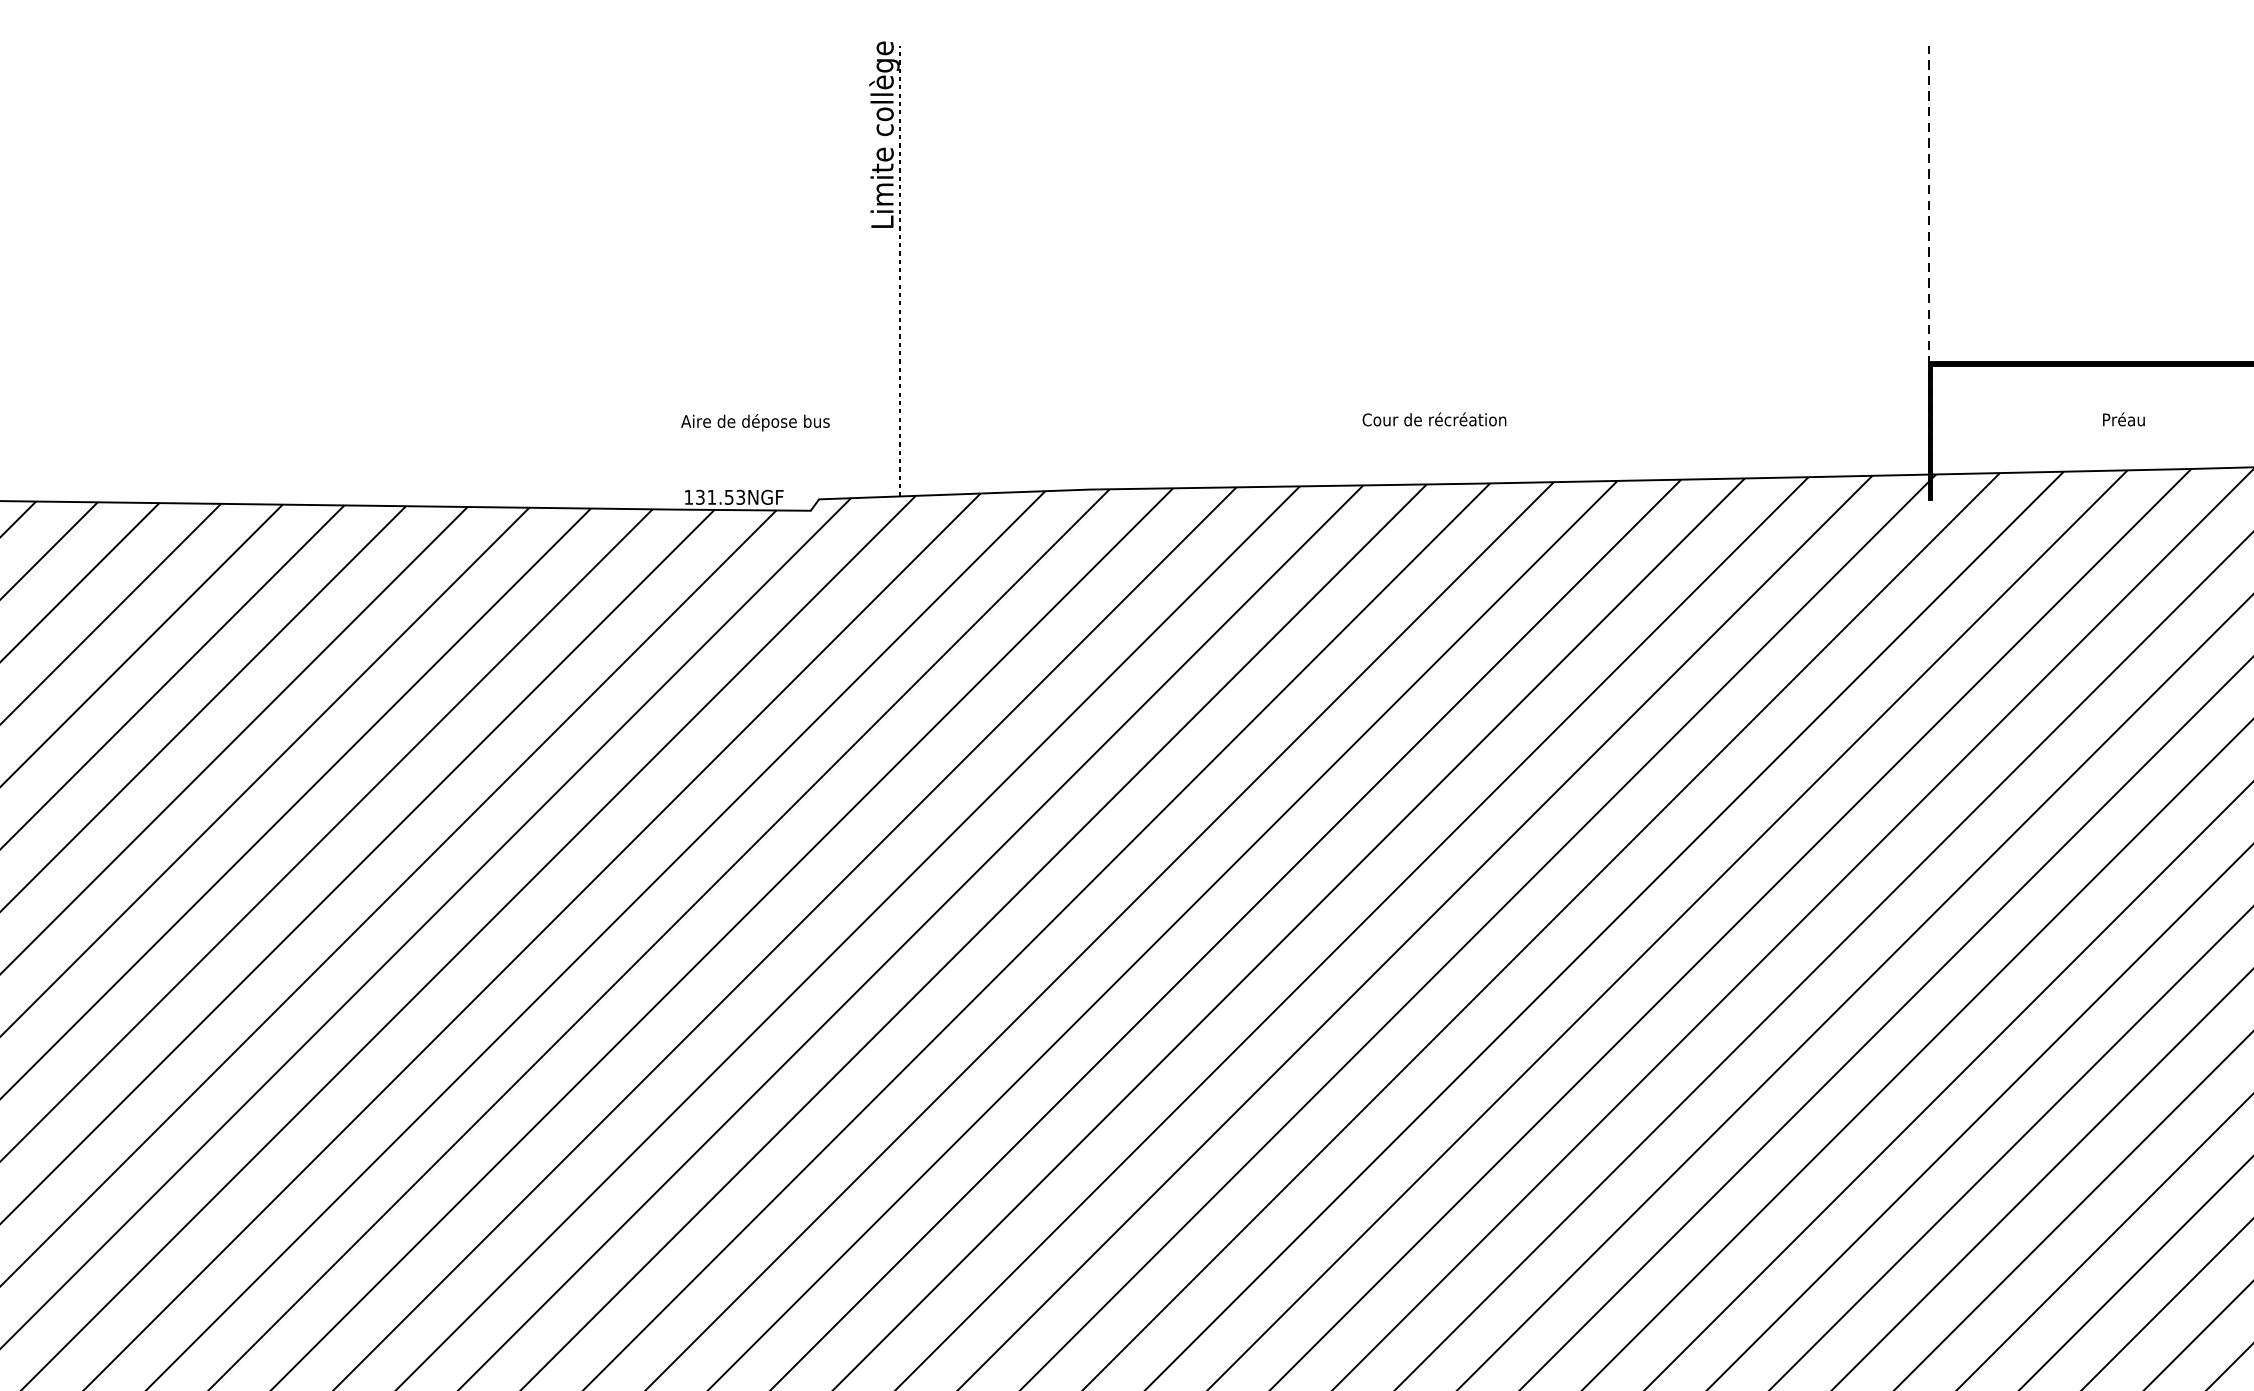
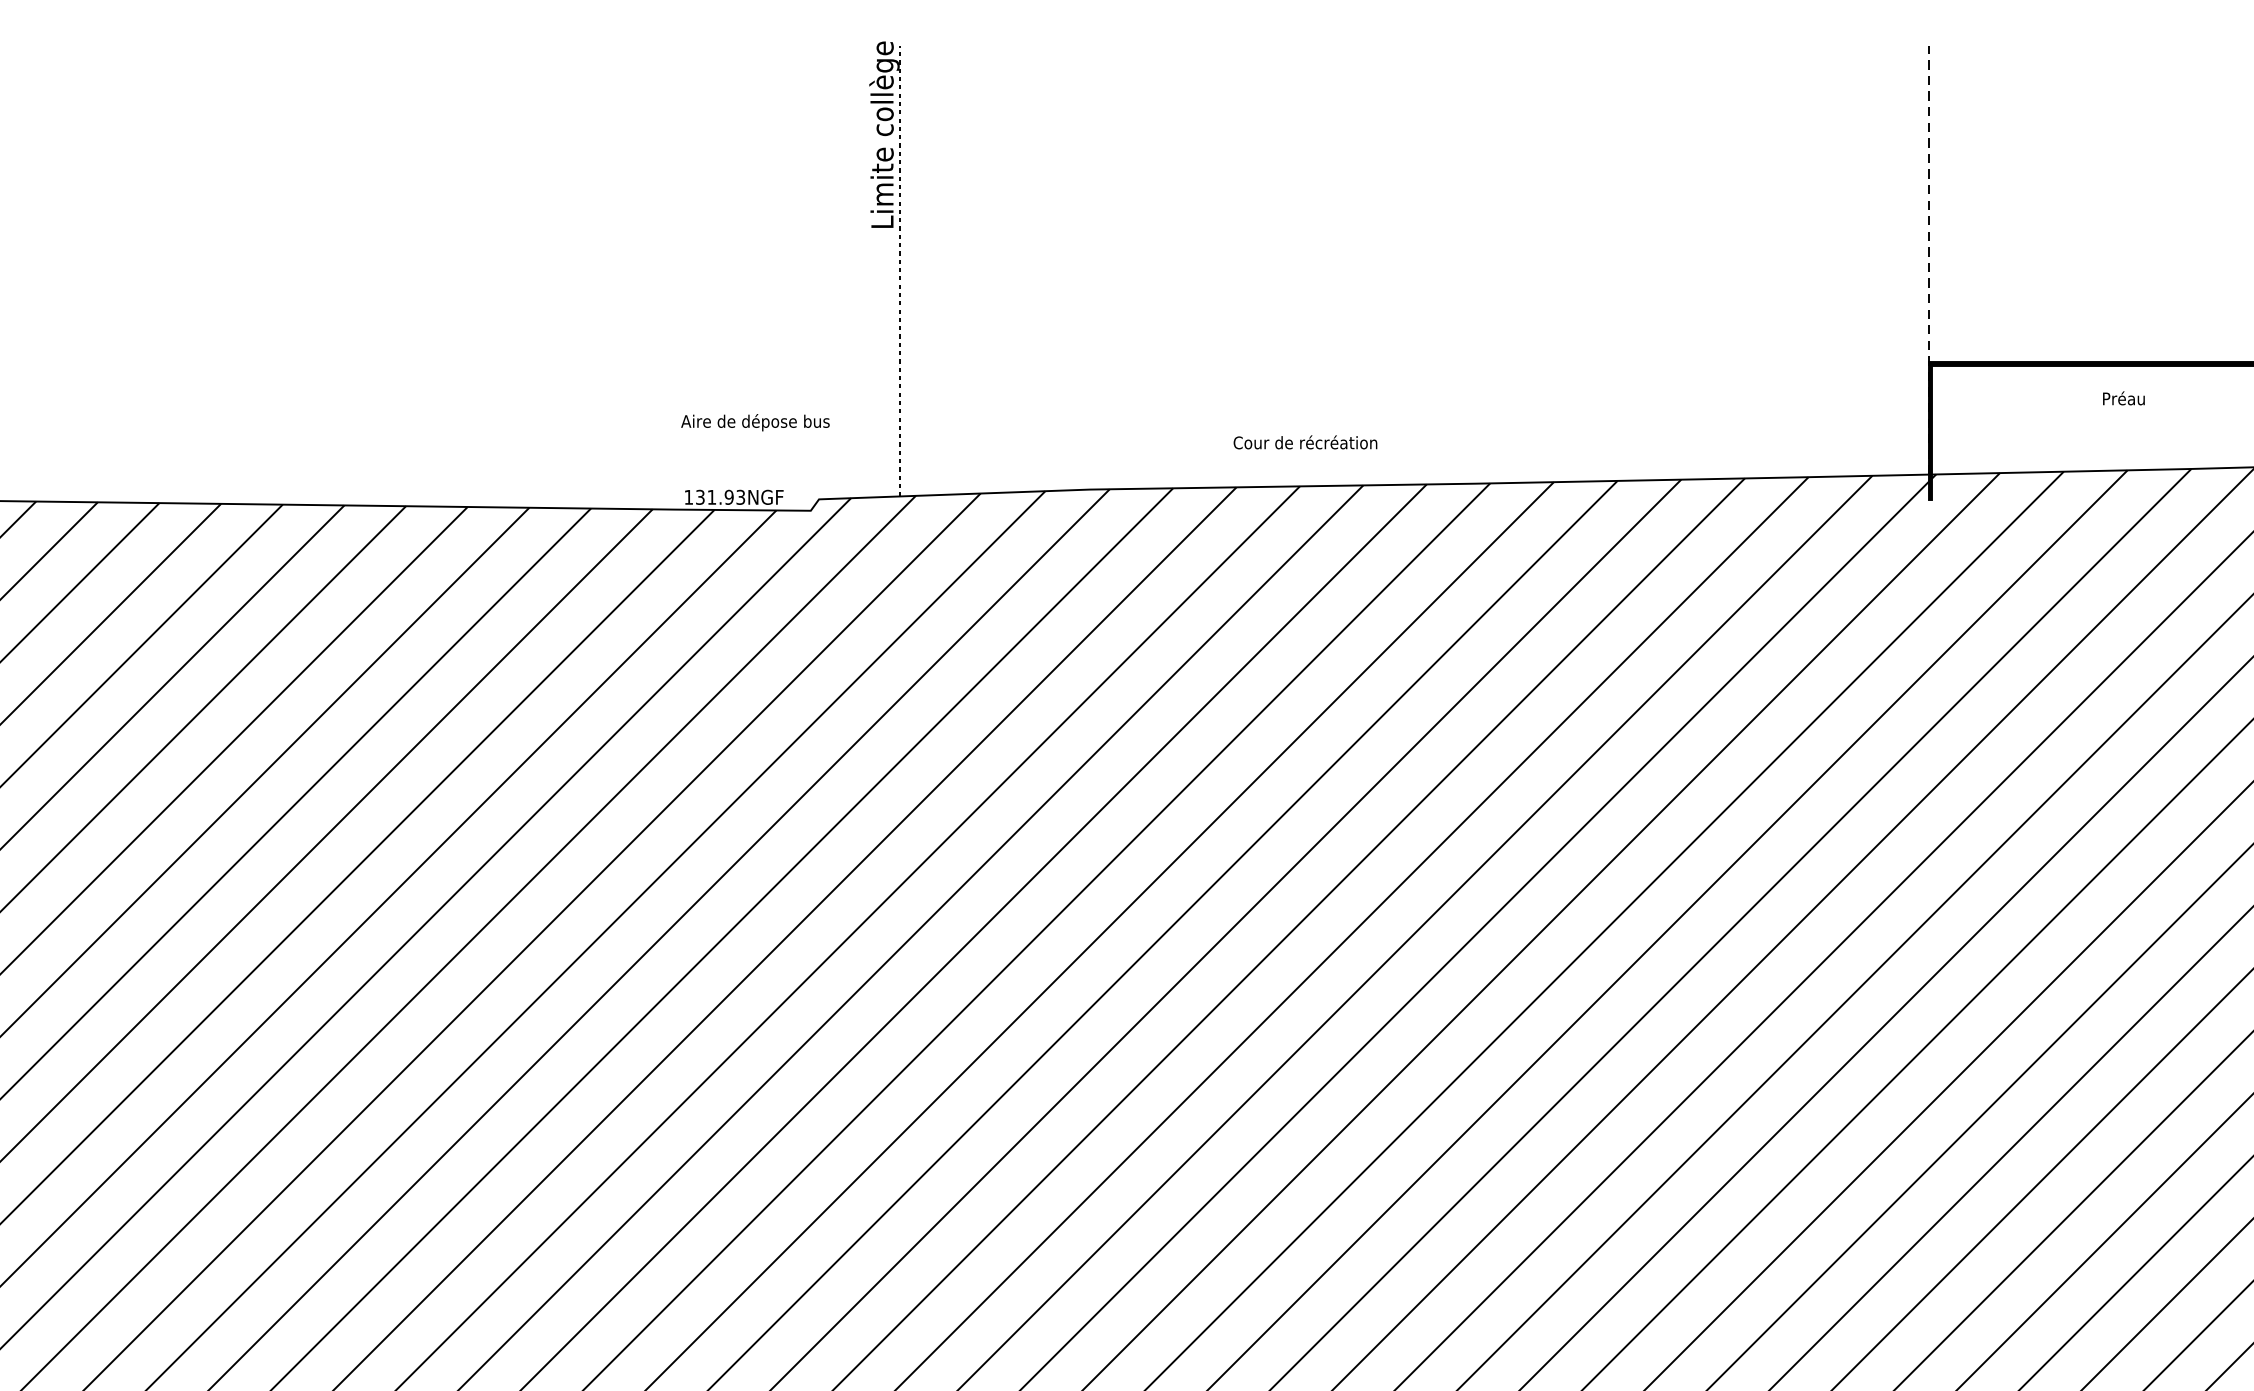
text at (1434, 419) position: (1434, 419) -> (1305, 442)
text at (2123, 419) position: (2123, 419) -> (2123, 398)
text at (728, 496): 131.53NGF -> 131.93NGF
